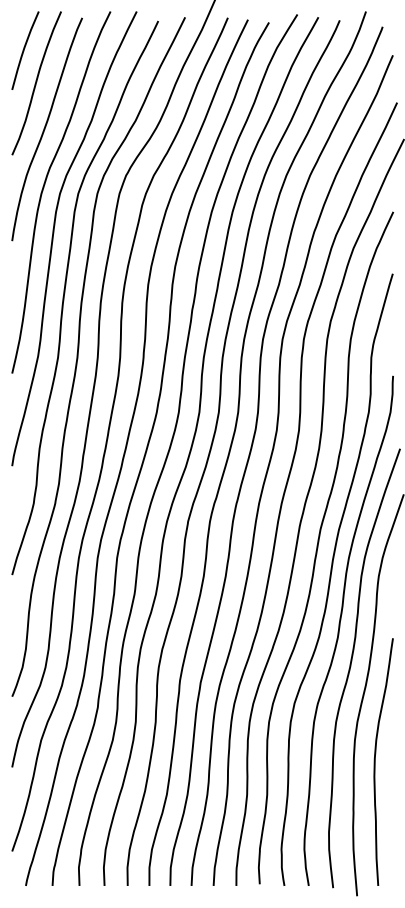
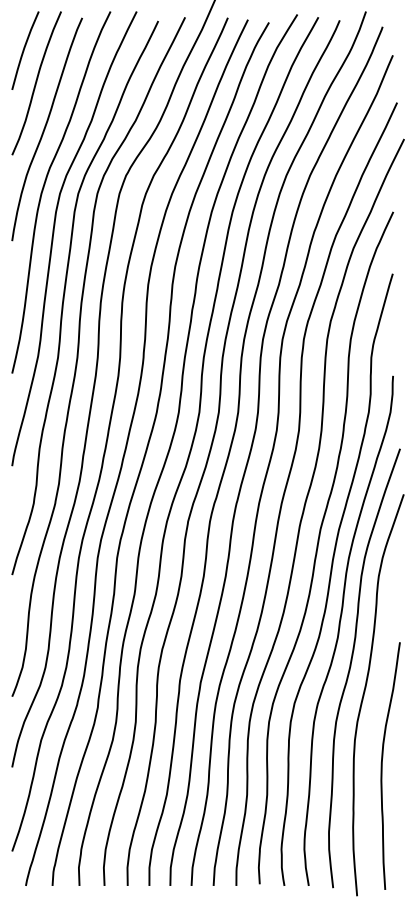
curve at (375, 761) position: (375, 761) -> (382, 765)
